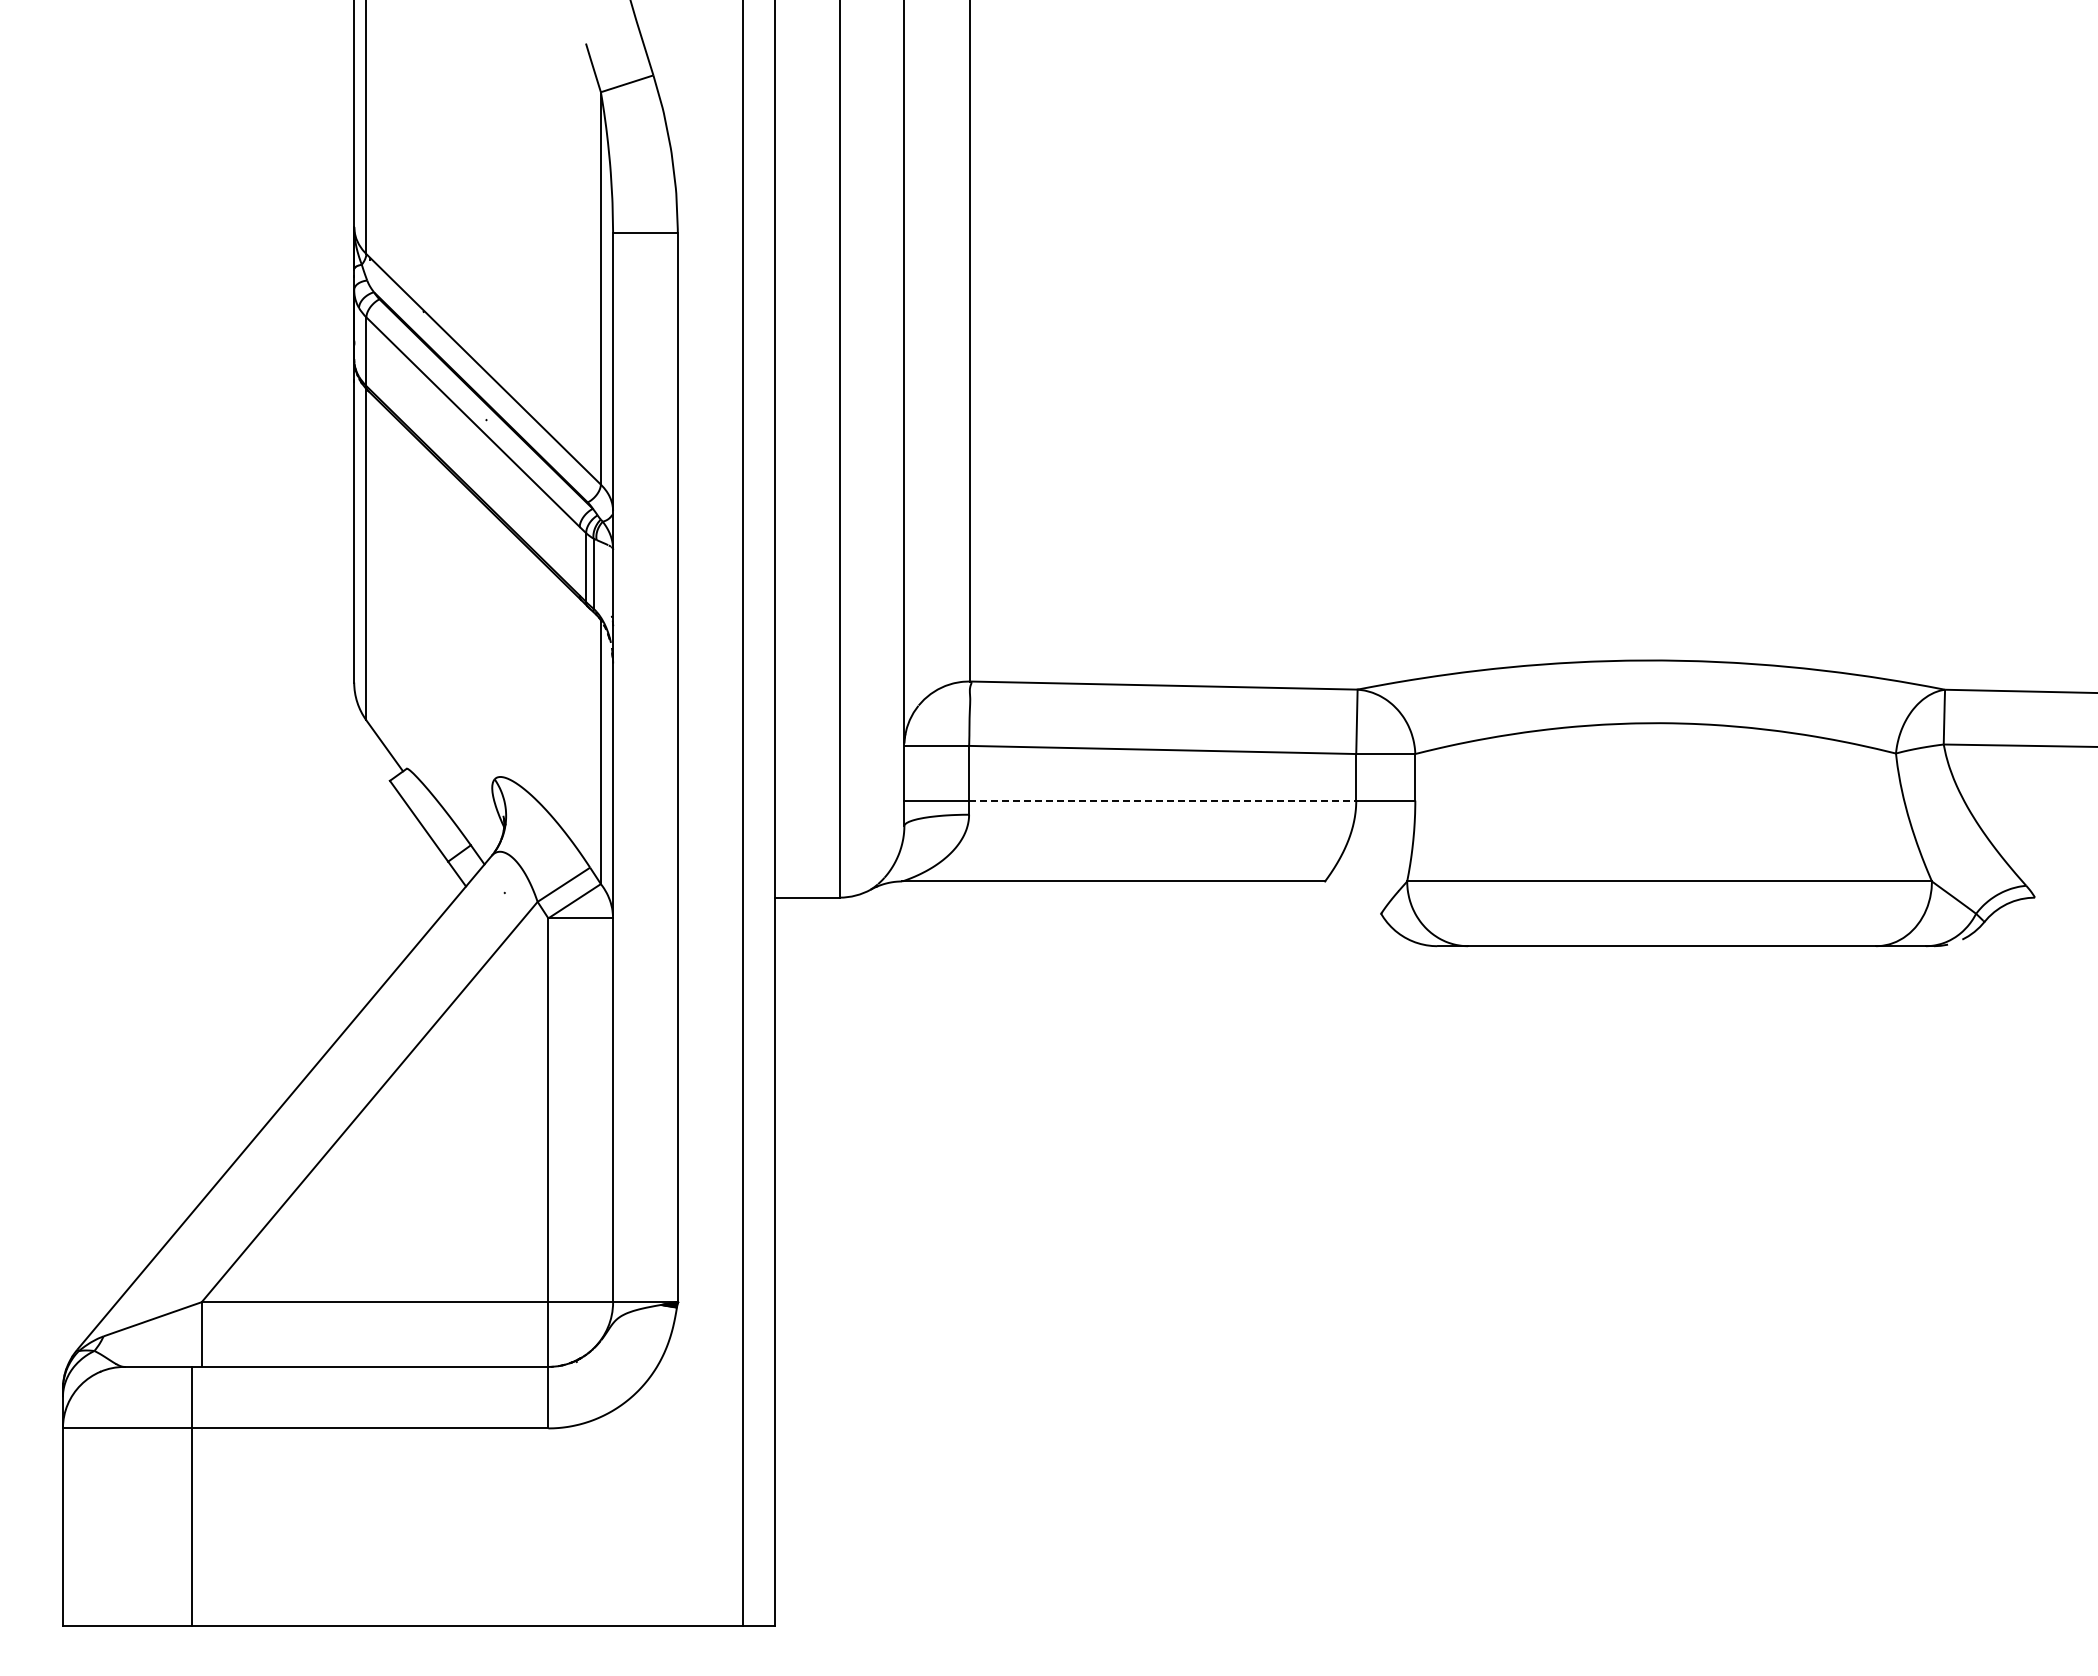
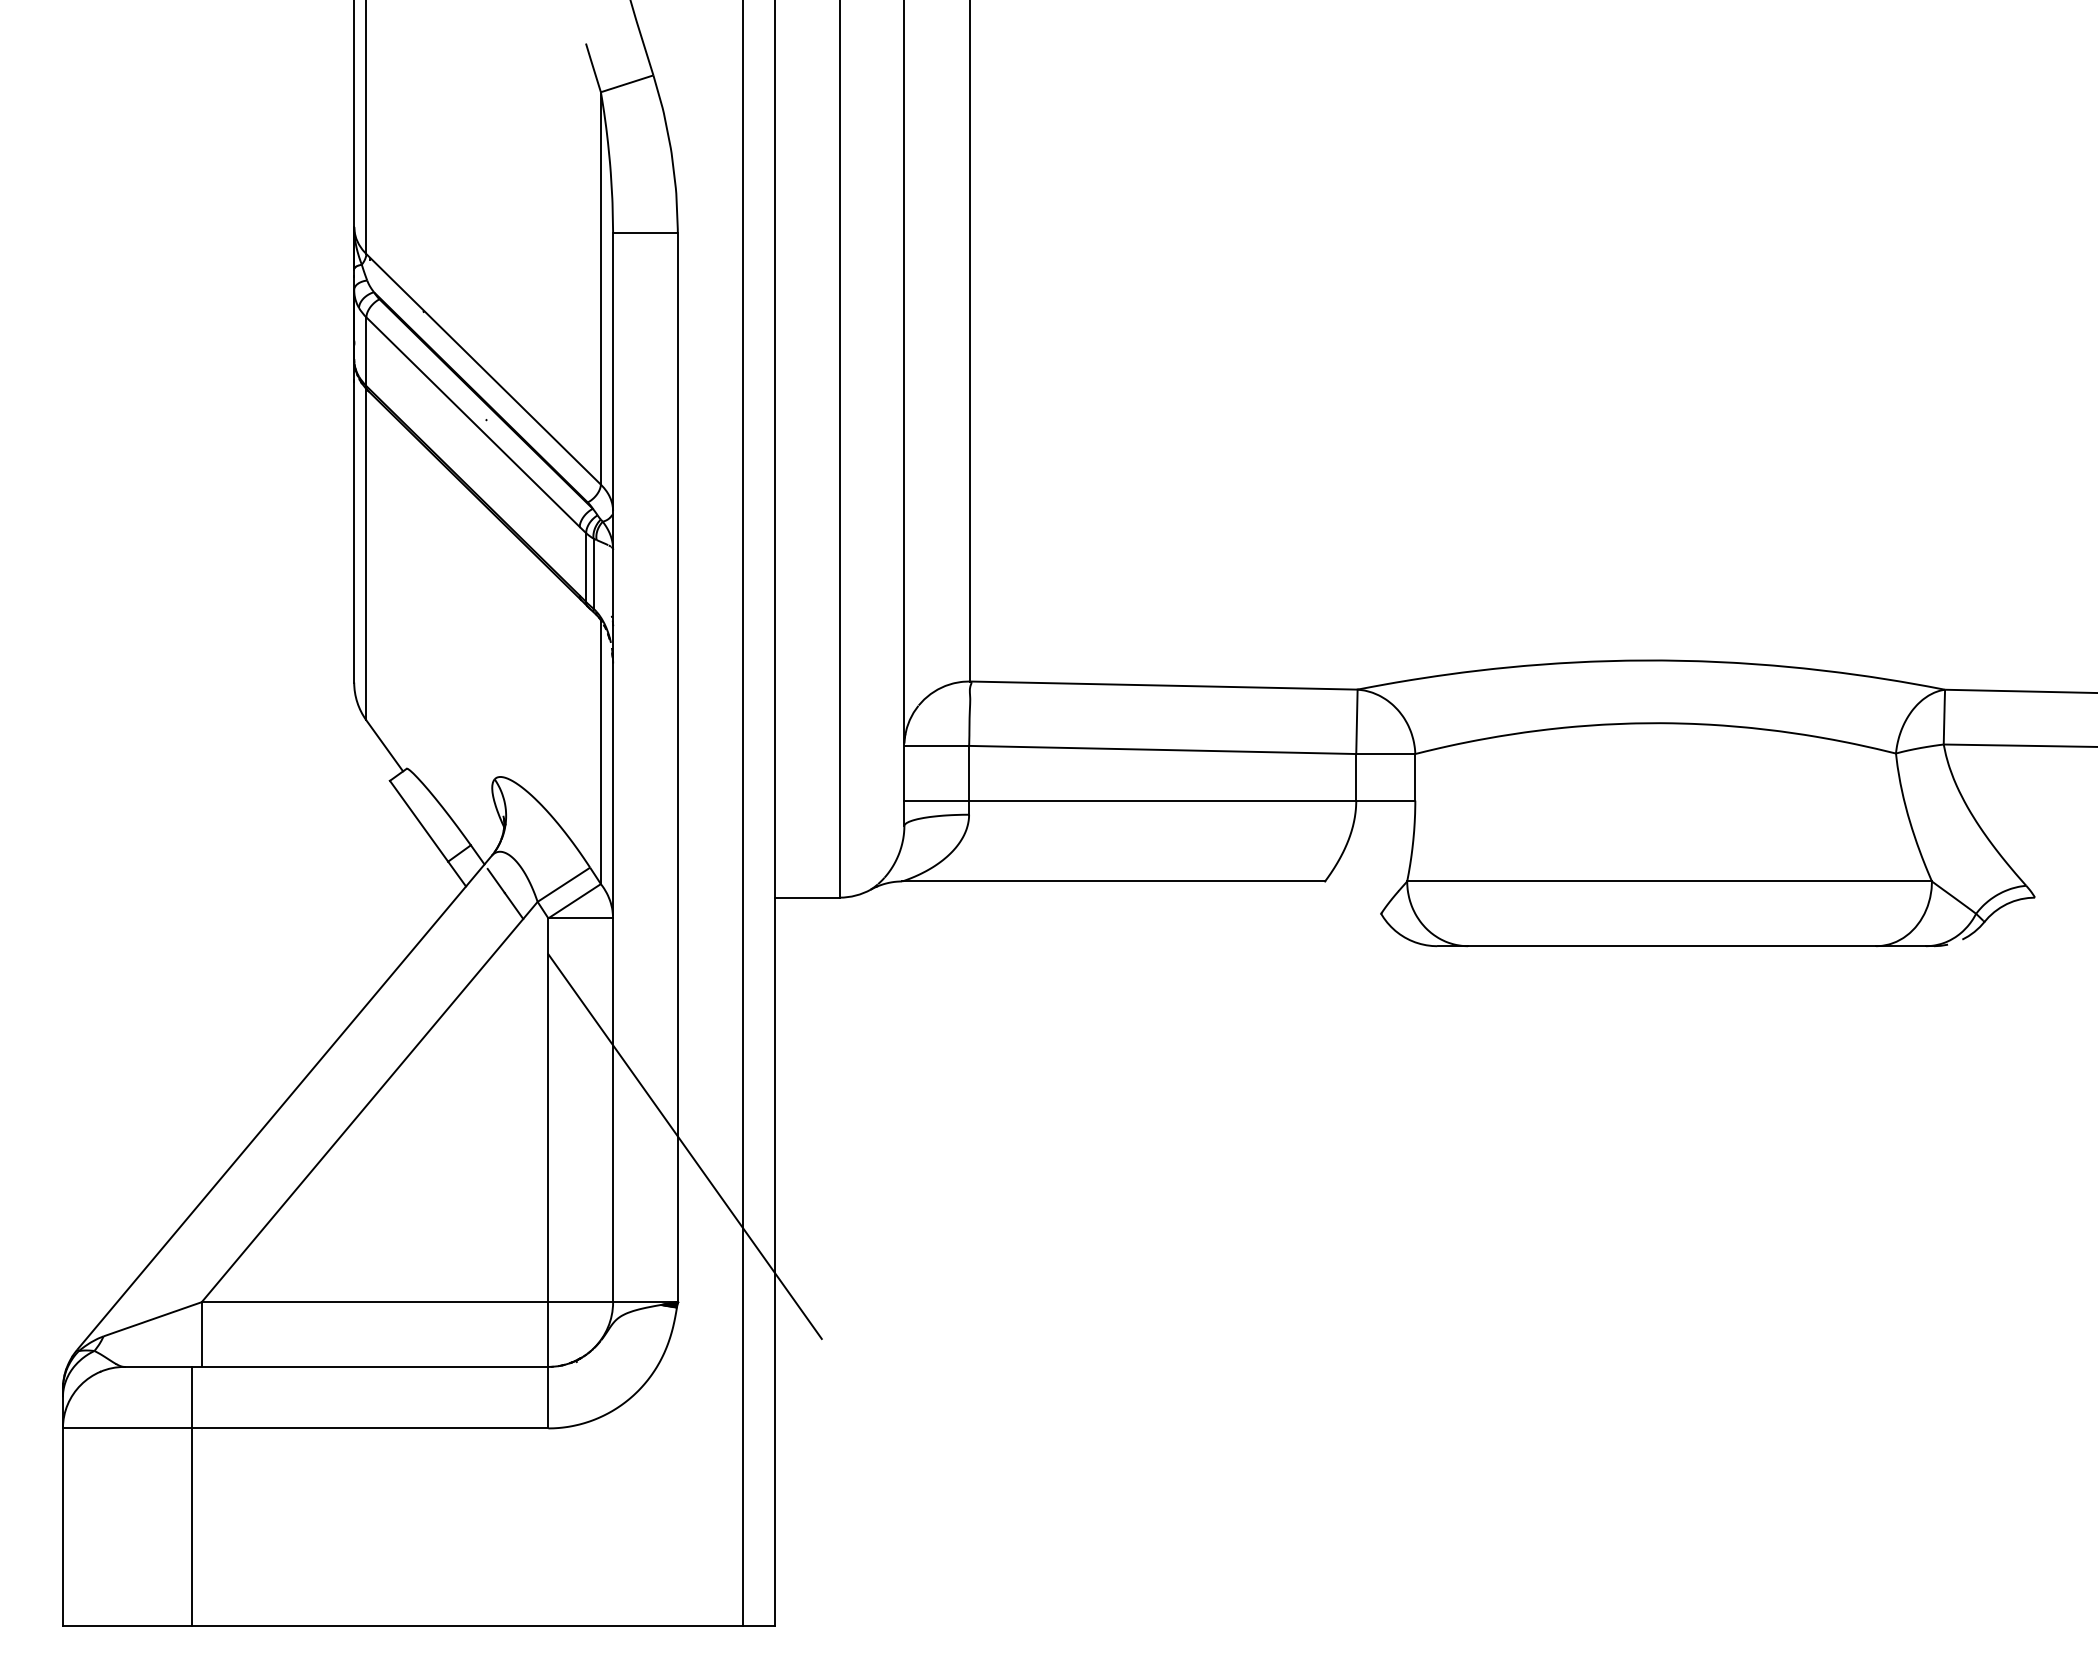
line at (1162, 800): dashed -> solid
line at (505, 893): none -> present
line at (684, 1146): none -> present
